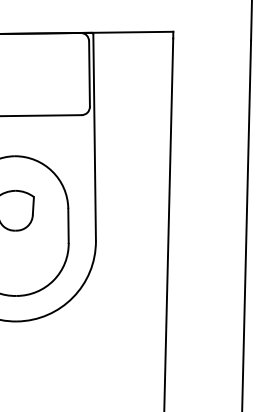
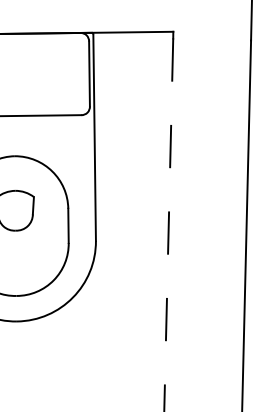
line at (168, 225): solid -> dashed
